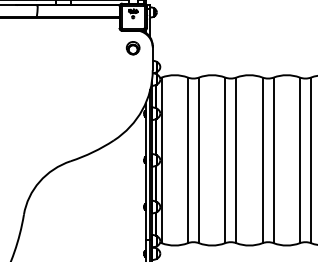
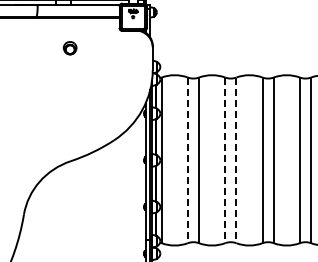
part at (132, 48) position: (132, 48) -> (69, 48)
line at (187, 160): solid -> dashed
line at (225, 160): solid -> dashed
line at (236, 160): solid -> dashed
